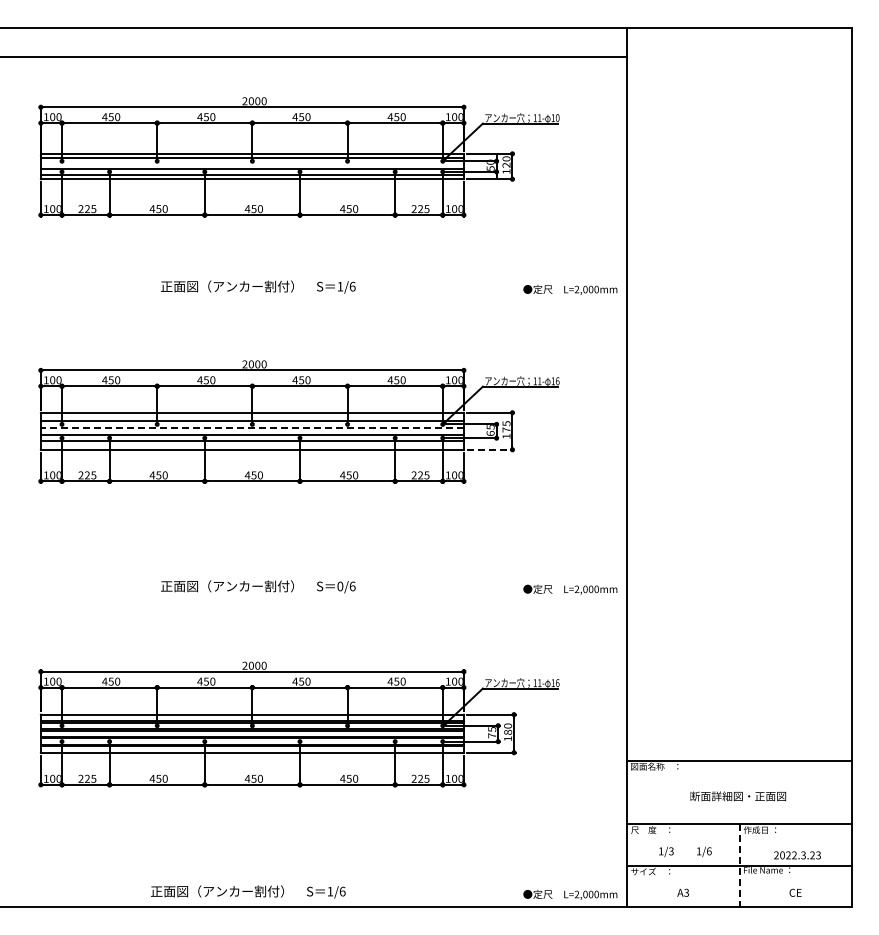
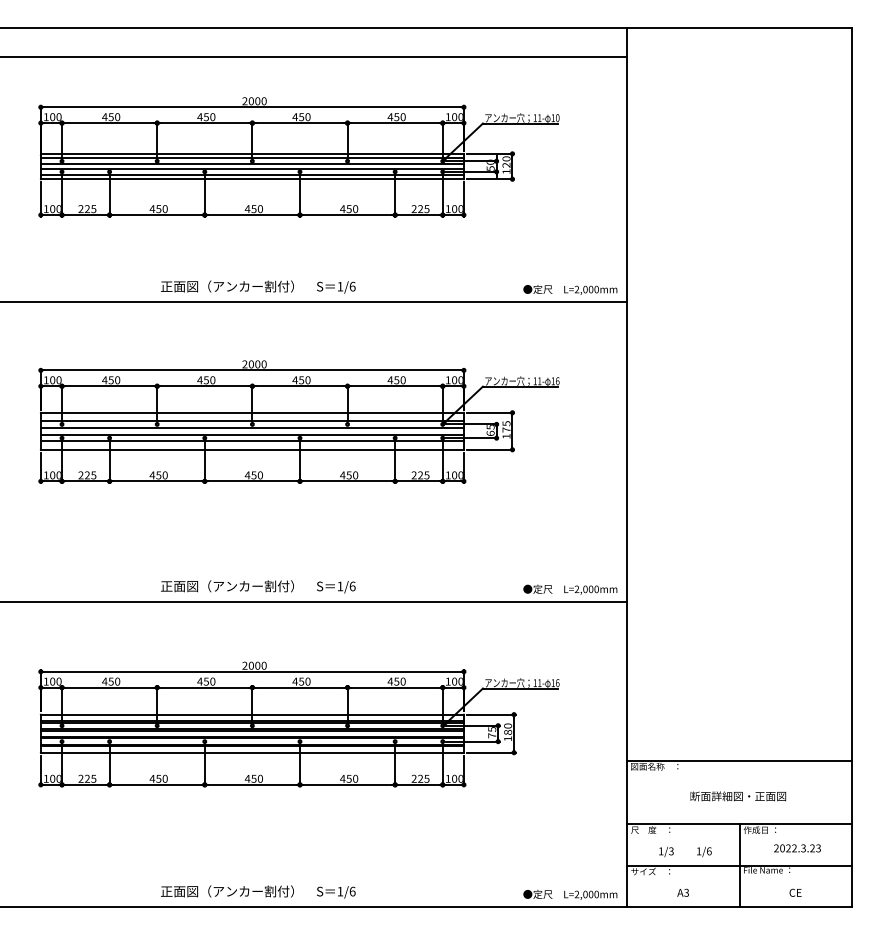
line at (251, 164): none -> present
line at (314, 302): none -> present
line at (252, 427): dashed -> solid
line at (491, 449): dashed -> solid
text at (340, 586): 0/6 -> 1/6
line at (314, 601): none -> present
text at (797, 855) position: (797, 855) -> (797, 848)
line at (739, 866): dashed -> solid
text at (248, 891) position: (248, 891) -> (258, 891)
